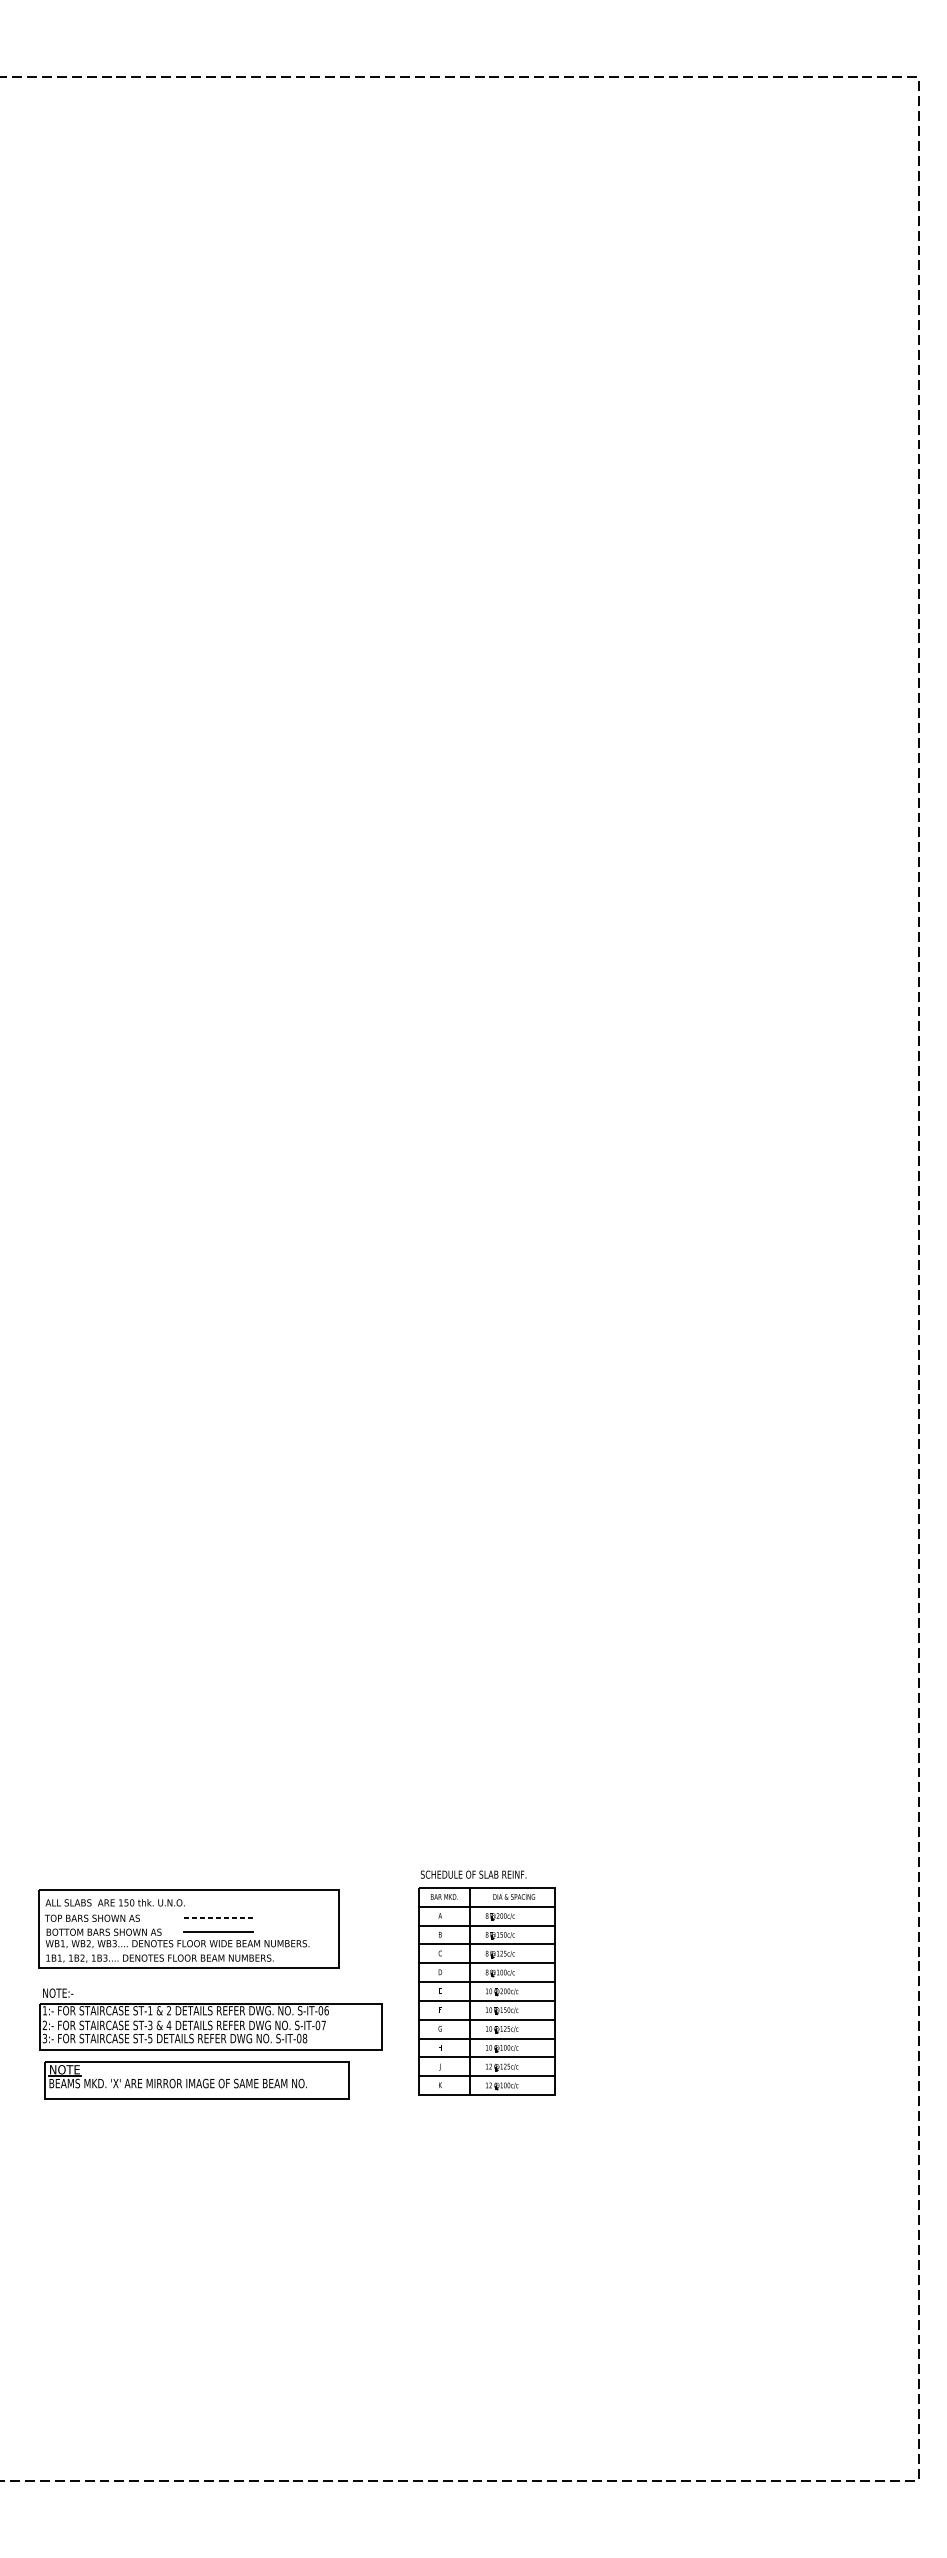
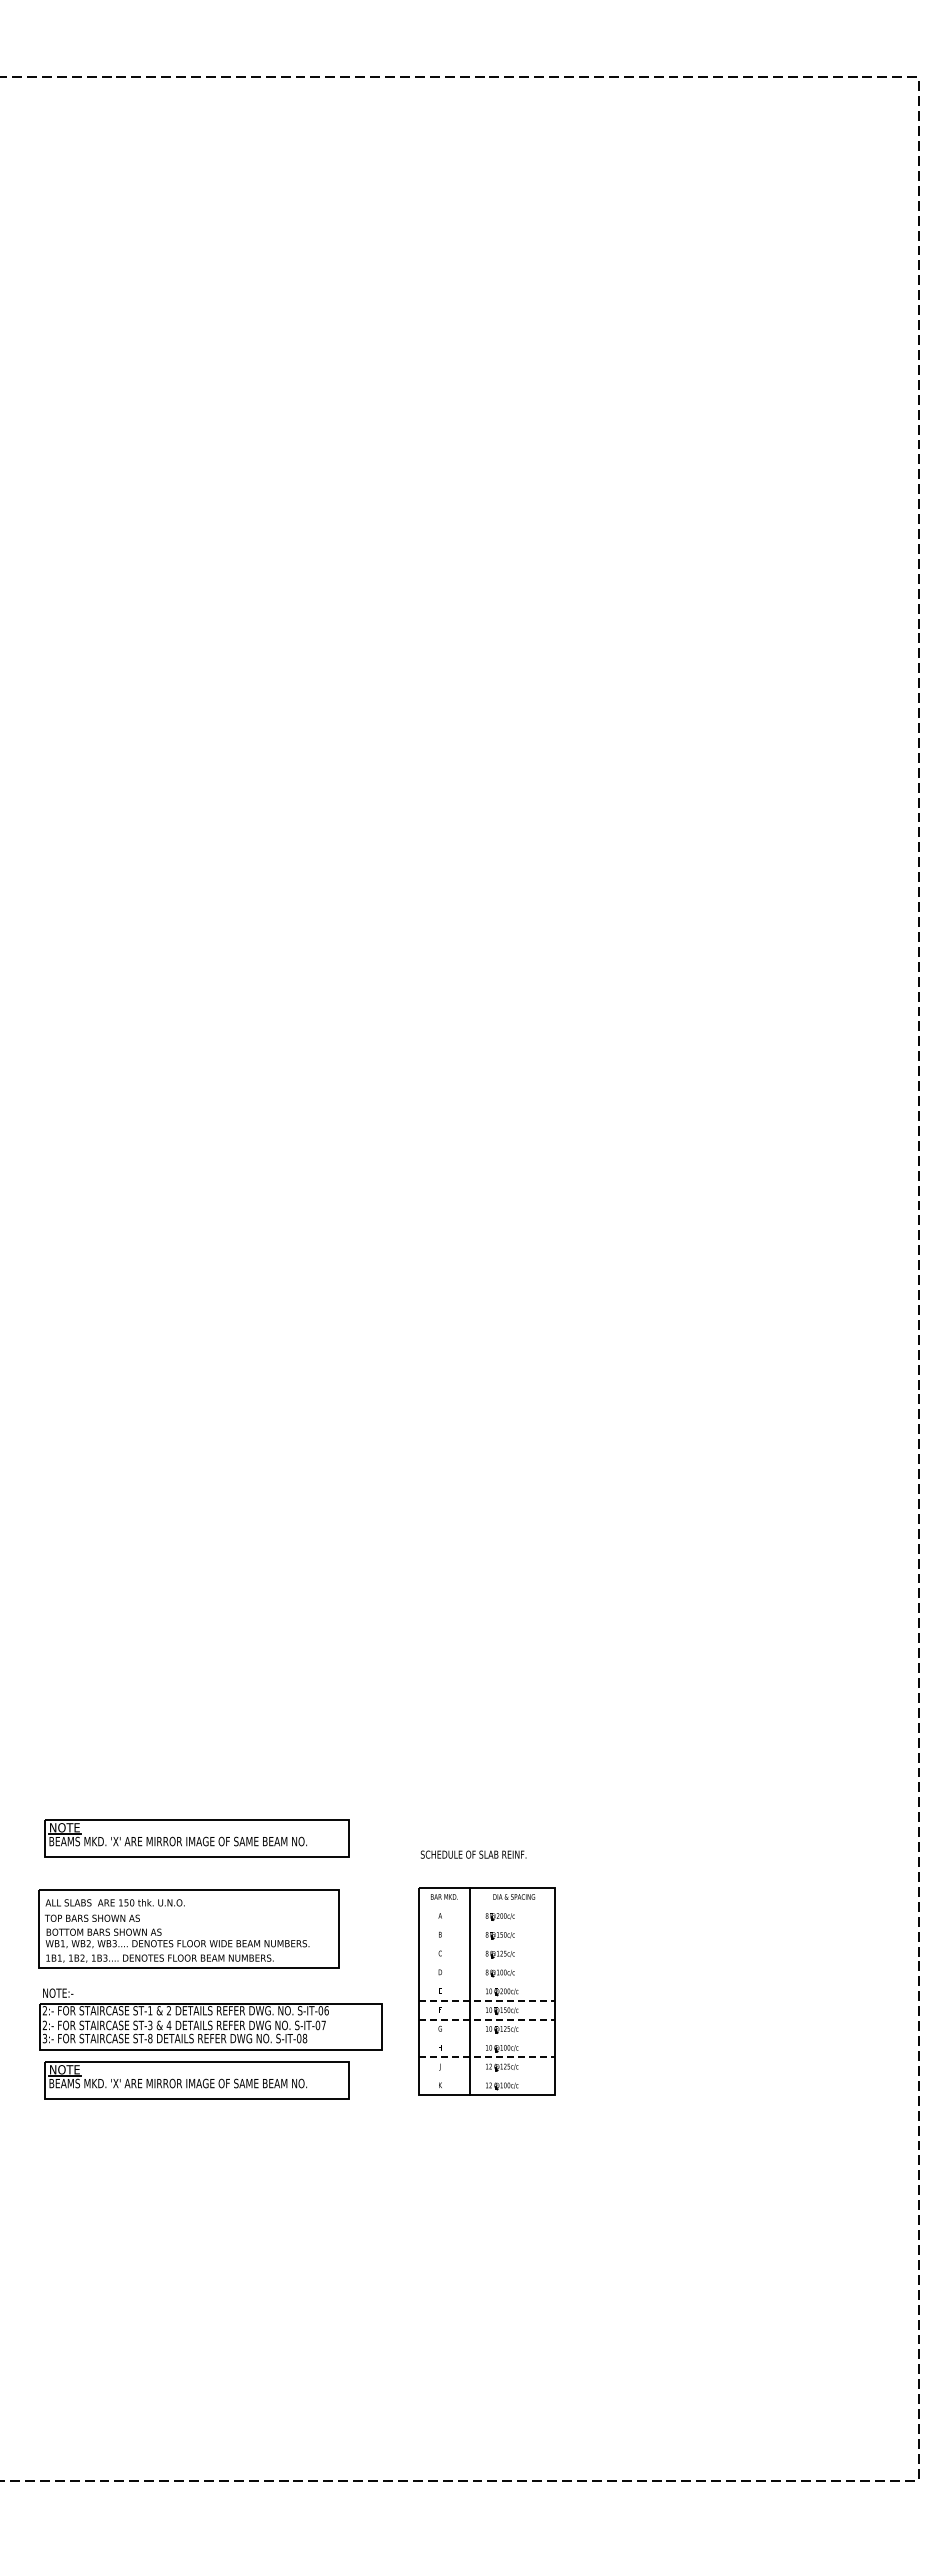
part at (196, 1838): none -> present
text at (473, 1874) position: (473, 1874) -> (473, 1854)
line at (486, 1906): present -> none
line at (218, 1917): present -> none
line at (486, 1925): present -> none
line at (218, 1931): present -> none
line at (486, 1944): present -> none
line at (486, 1963): present -> none
line at (486, 1982): present -> none
line at (487, 2000): solid -> dashed
text at (44, 2010): 1:- -> 2:-
line at (487, 2019): solid -> dashed
text at (150, 2038): ST-5 -> ST-8
line at (486, 2038): present -> none
line at (487, 2057): solid -> dashed
line at (486, 2076): present -> none
